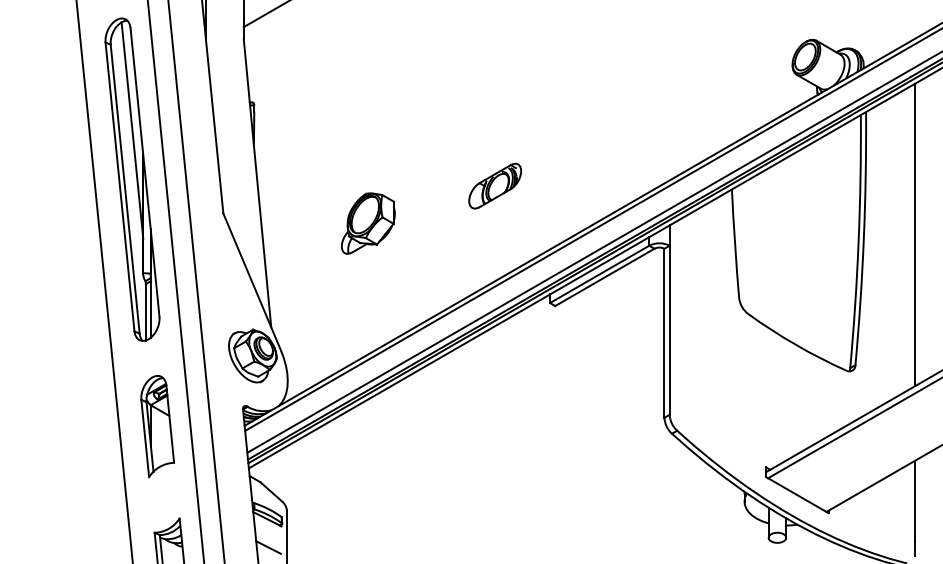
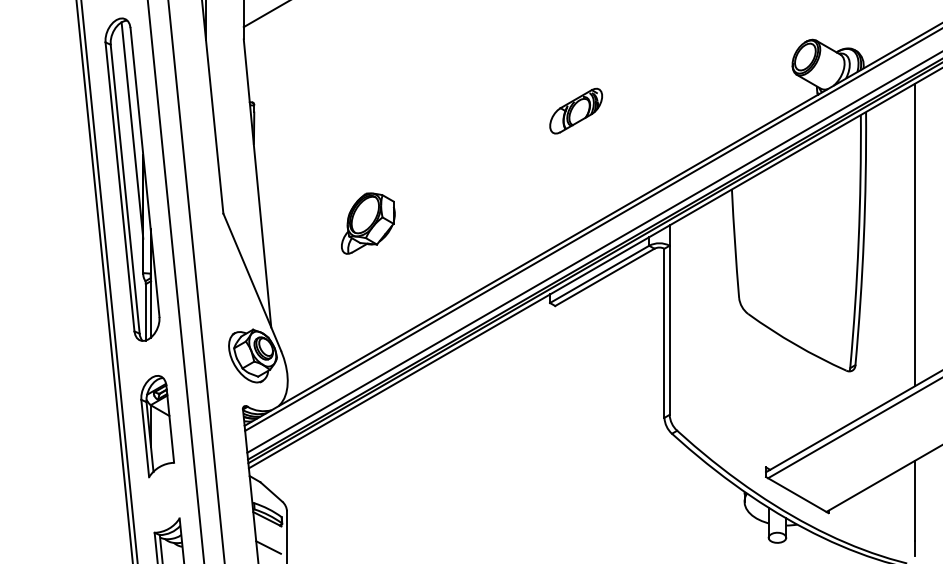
part at (494, 185) position: (494, 185) -> (575, 110)
line at (109, 281): none -> present
